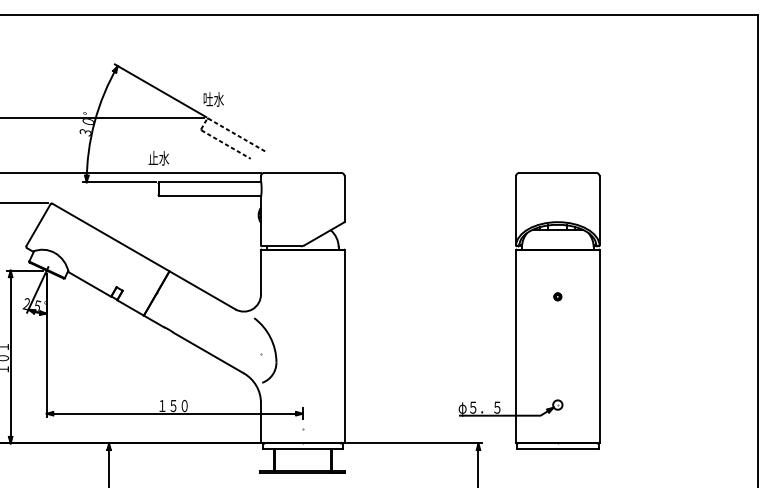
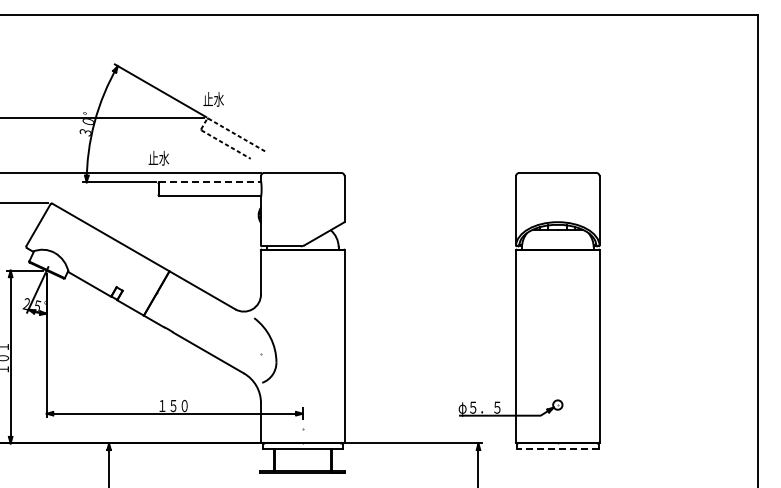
text at (208, 99): 吐水 -> 止水
line at (210, 182): solid -> dashed
part at (557, 296): present -> none
line at (557, 448): solid -> dashed
